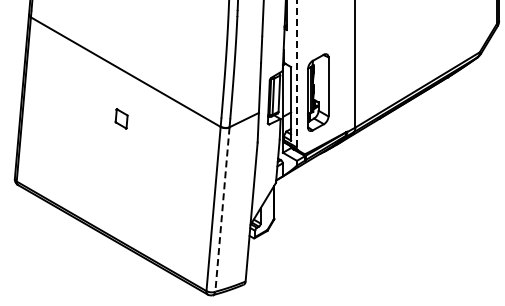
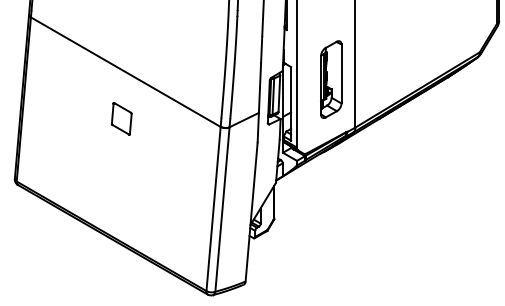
line at (296, 73): dashed -> solid
part at (318, 92) position: (318, 92) -> (331, 79)
part at (121, 118) size: 15x22 px -> 23x34 px
line at (222, 210): dashed -> solid
